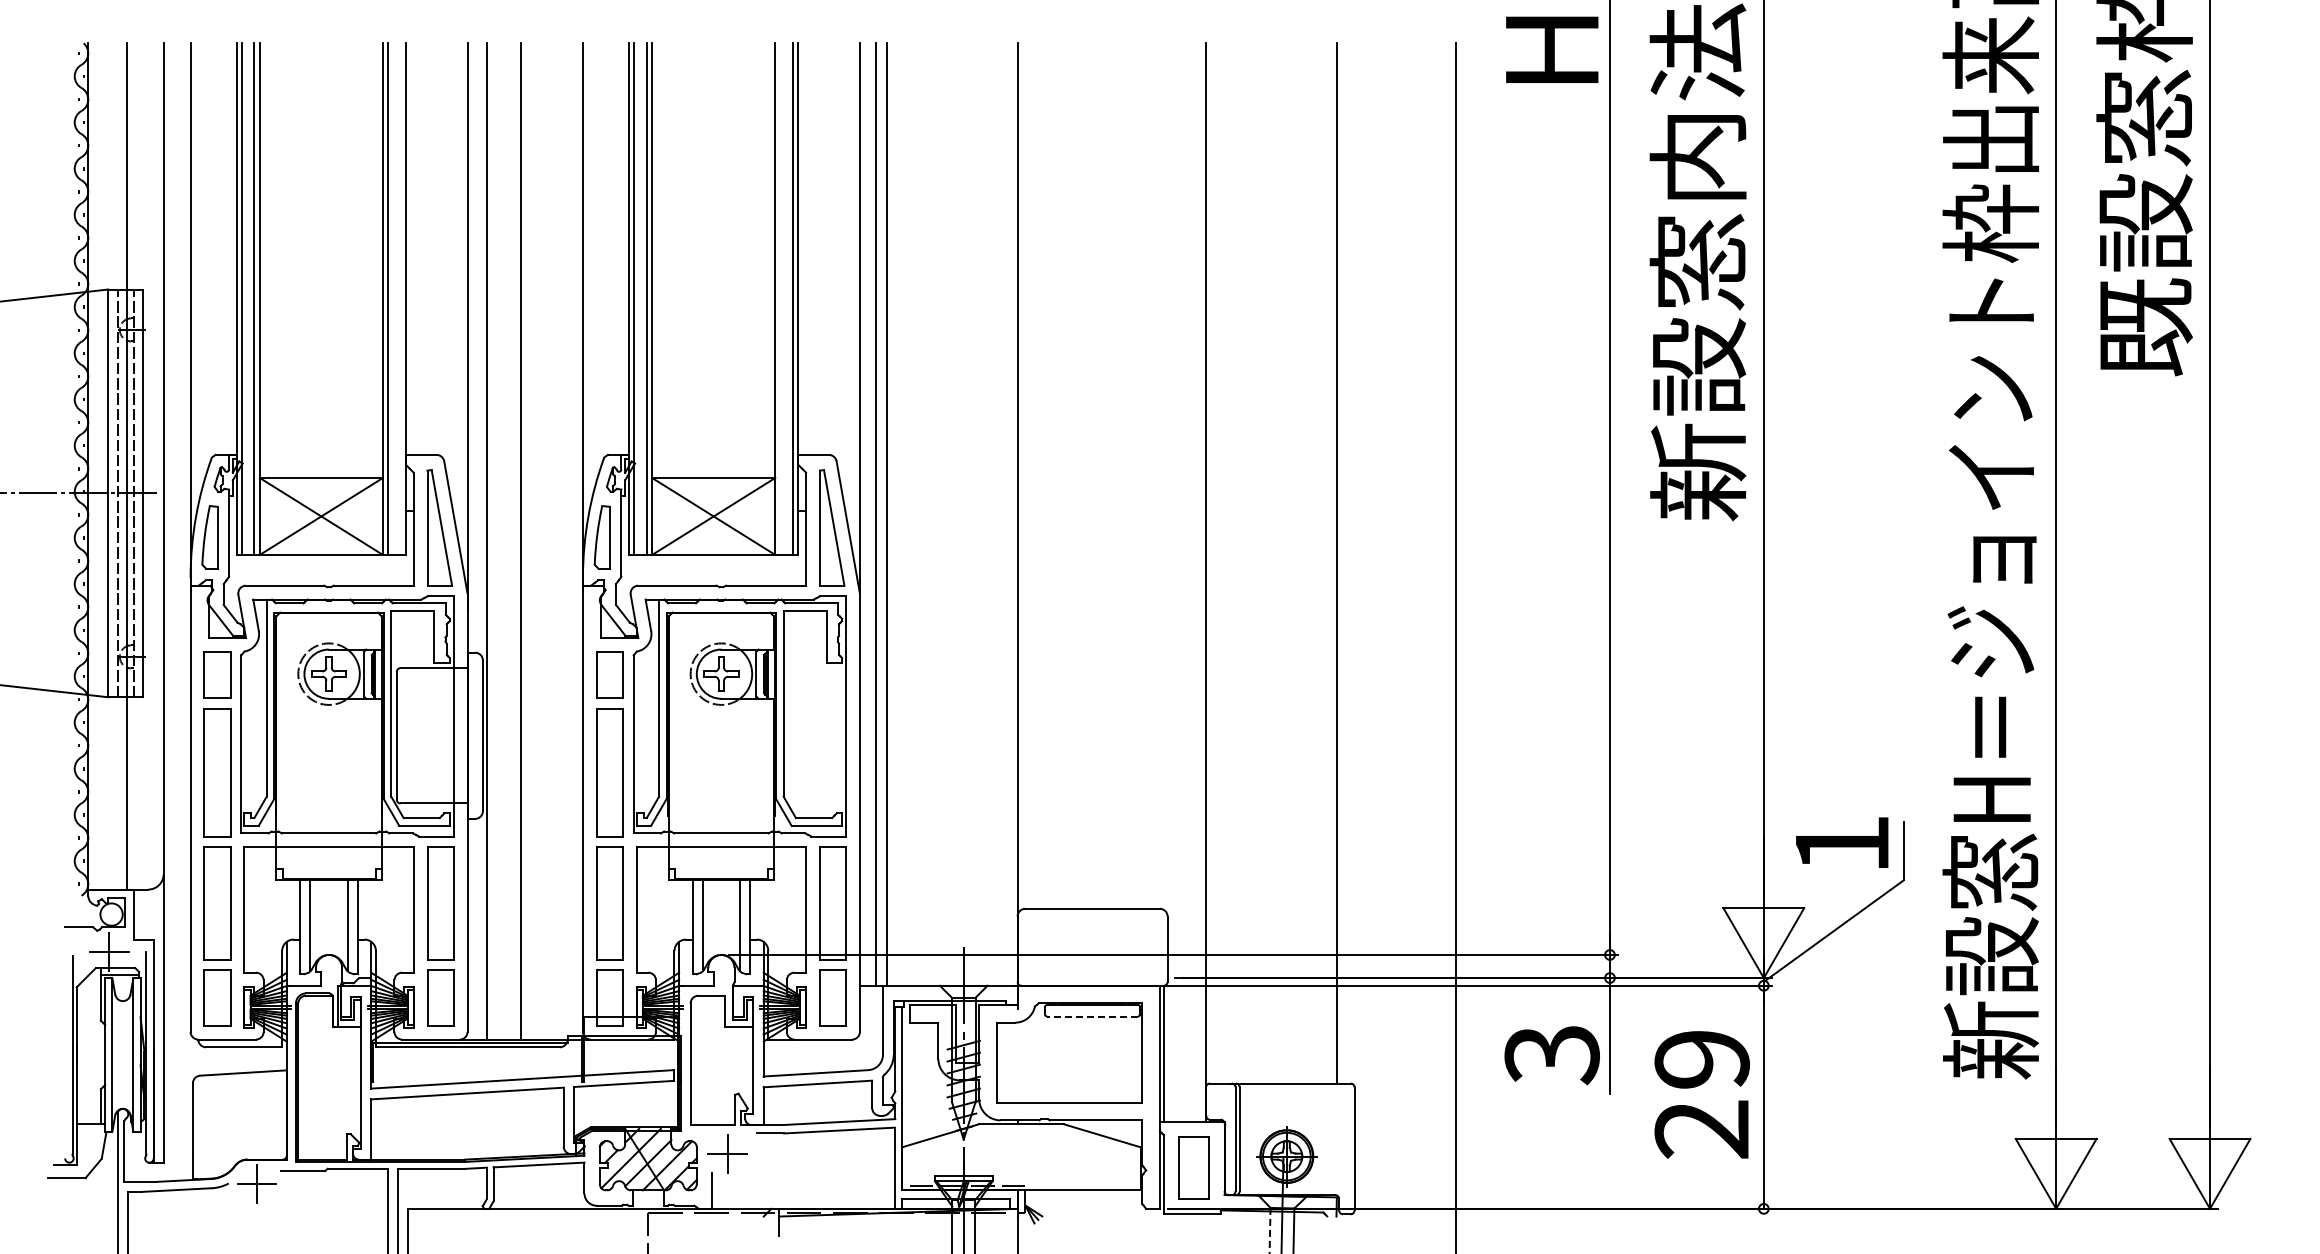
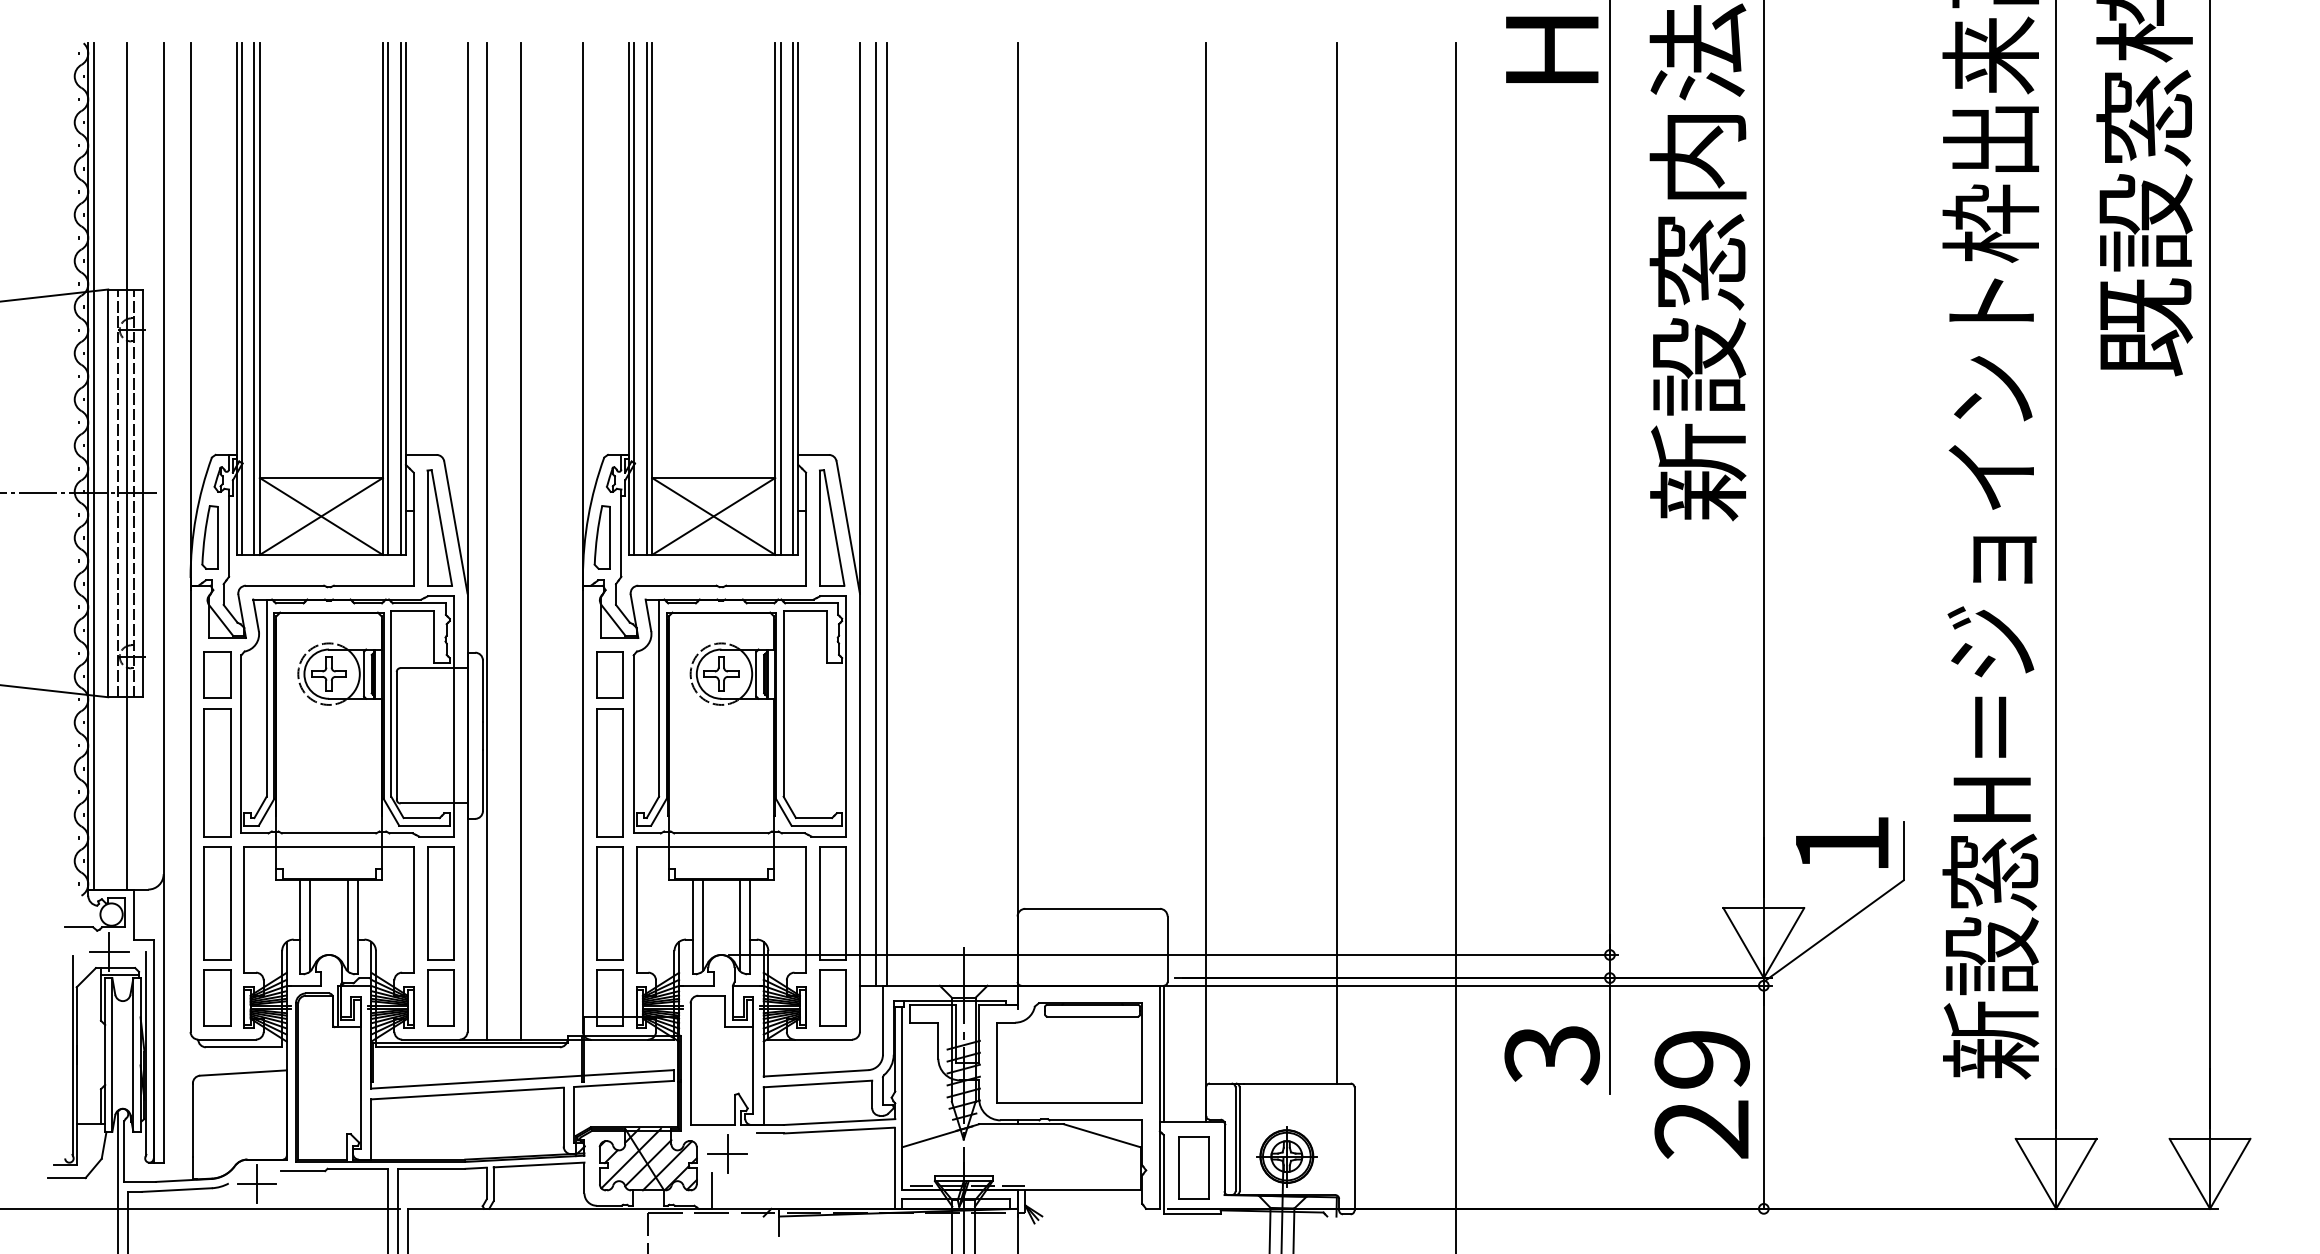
line at (400, 298): none -> present
line at (780, 298): none -> present
line at (94, 466): none -> present
line at (1092, 1016): dashed -> solid
line at (200, 1208): none -> present
line at (1270, 1230): dashed -> solid
